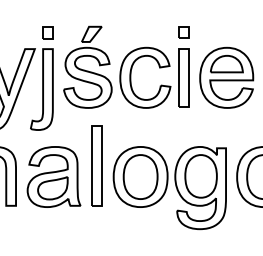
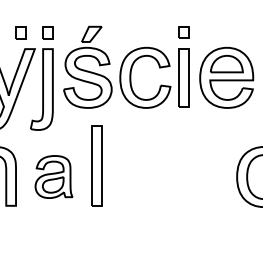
part at (20, 32): none -> present
part at (53, 176) size: 56x62 px -> 40x44 px
part at (169, 188): present -> none
